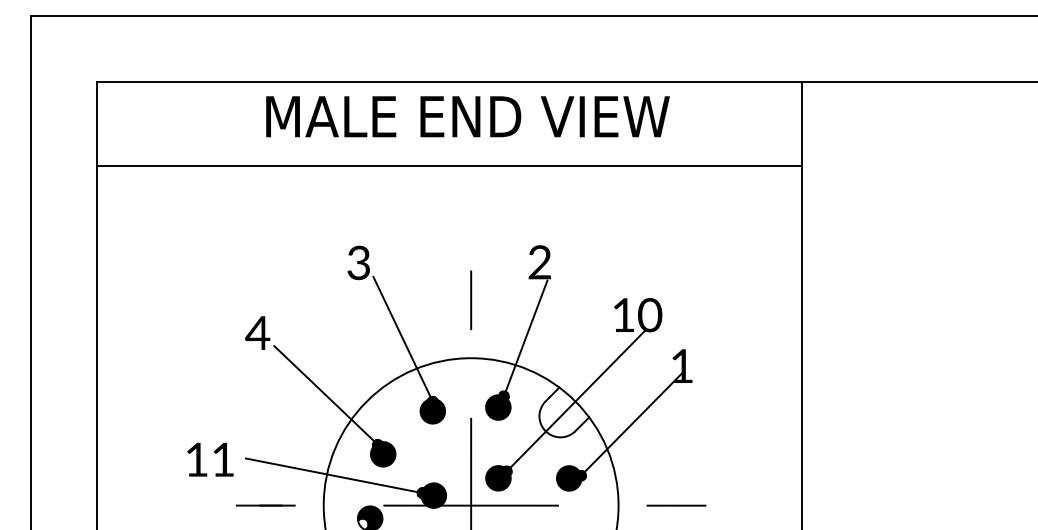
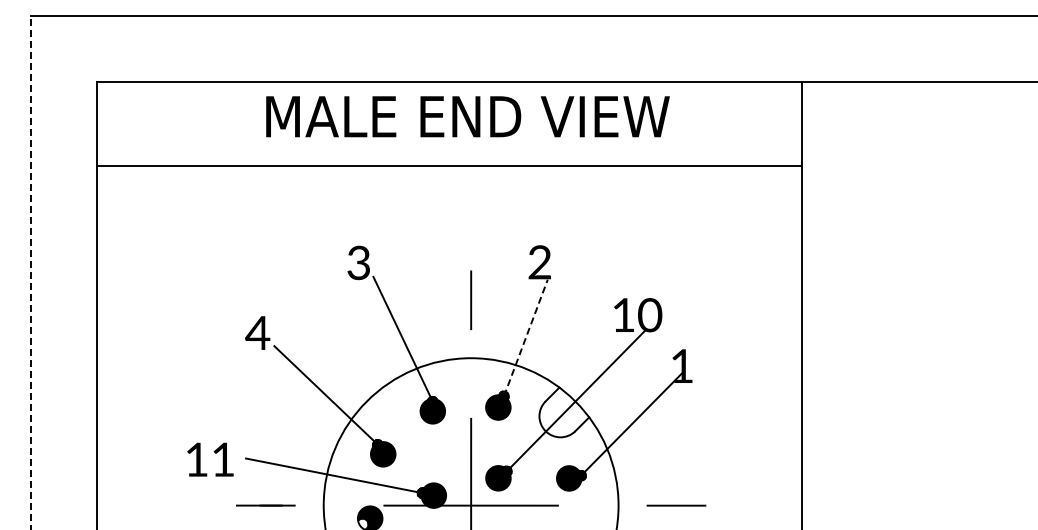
line at (31, 272): solid -> dashed
line at (526, 337): solid -> dashed
